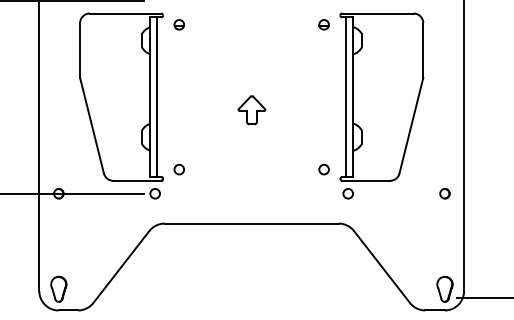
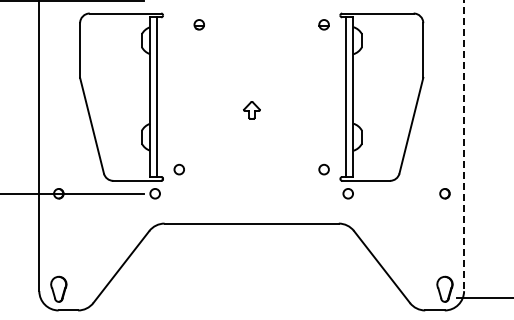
part at (178, 24) position: (178, 24) -> (198, 24)
part at (251, 110) size: 30x31 px -> 18x19 px
line at (464, 146): solid -> dashed
